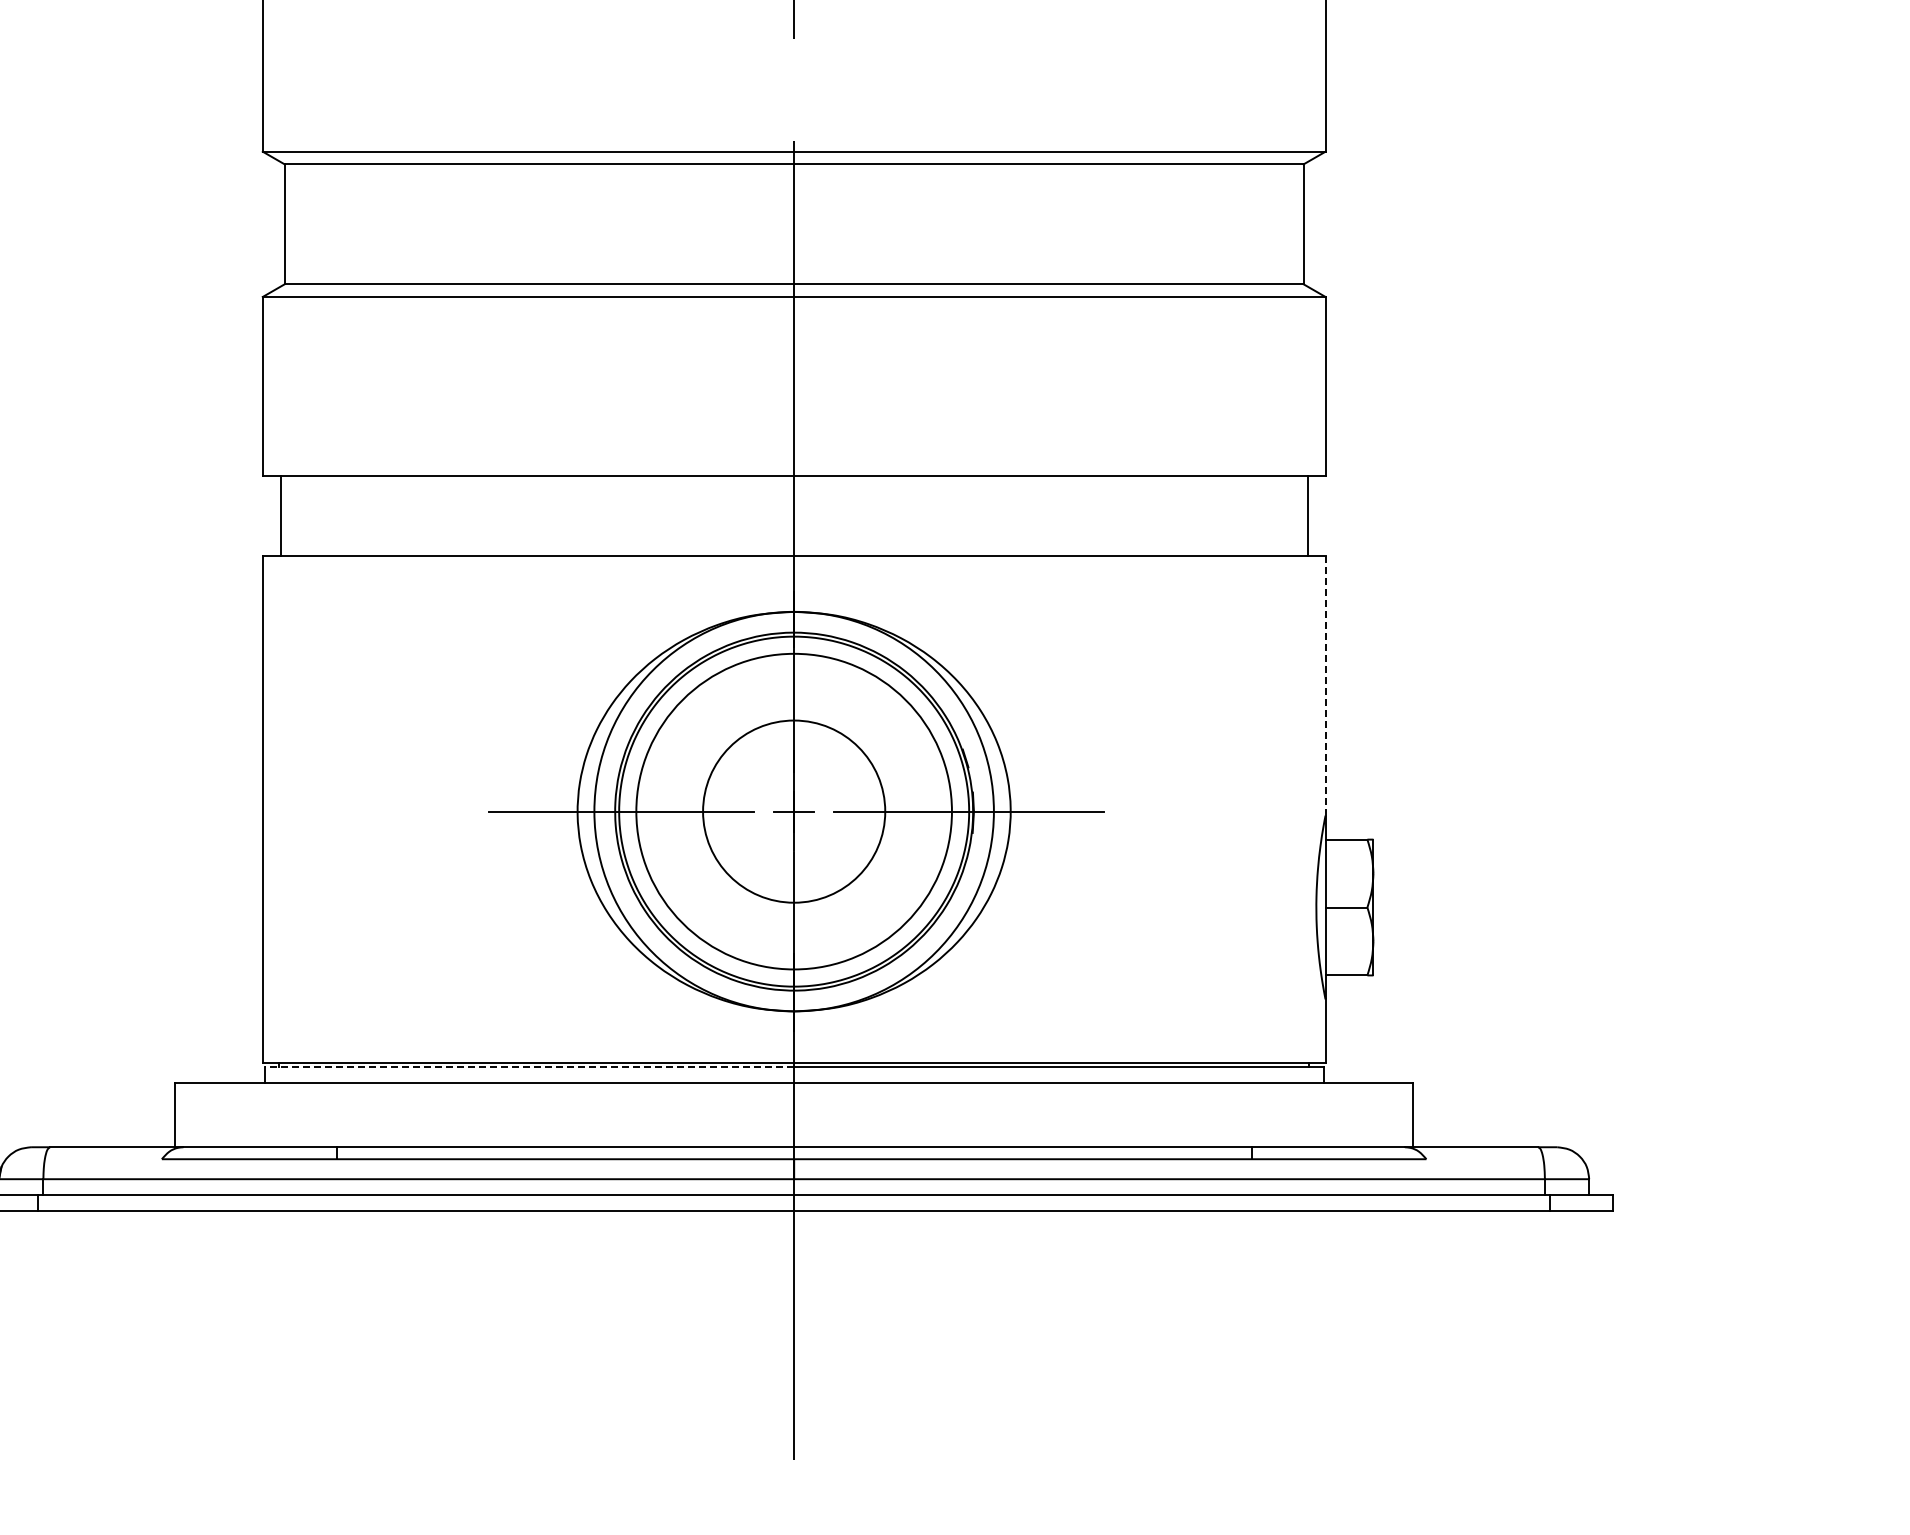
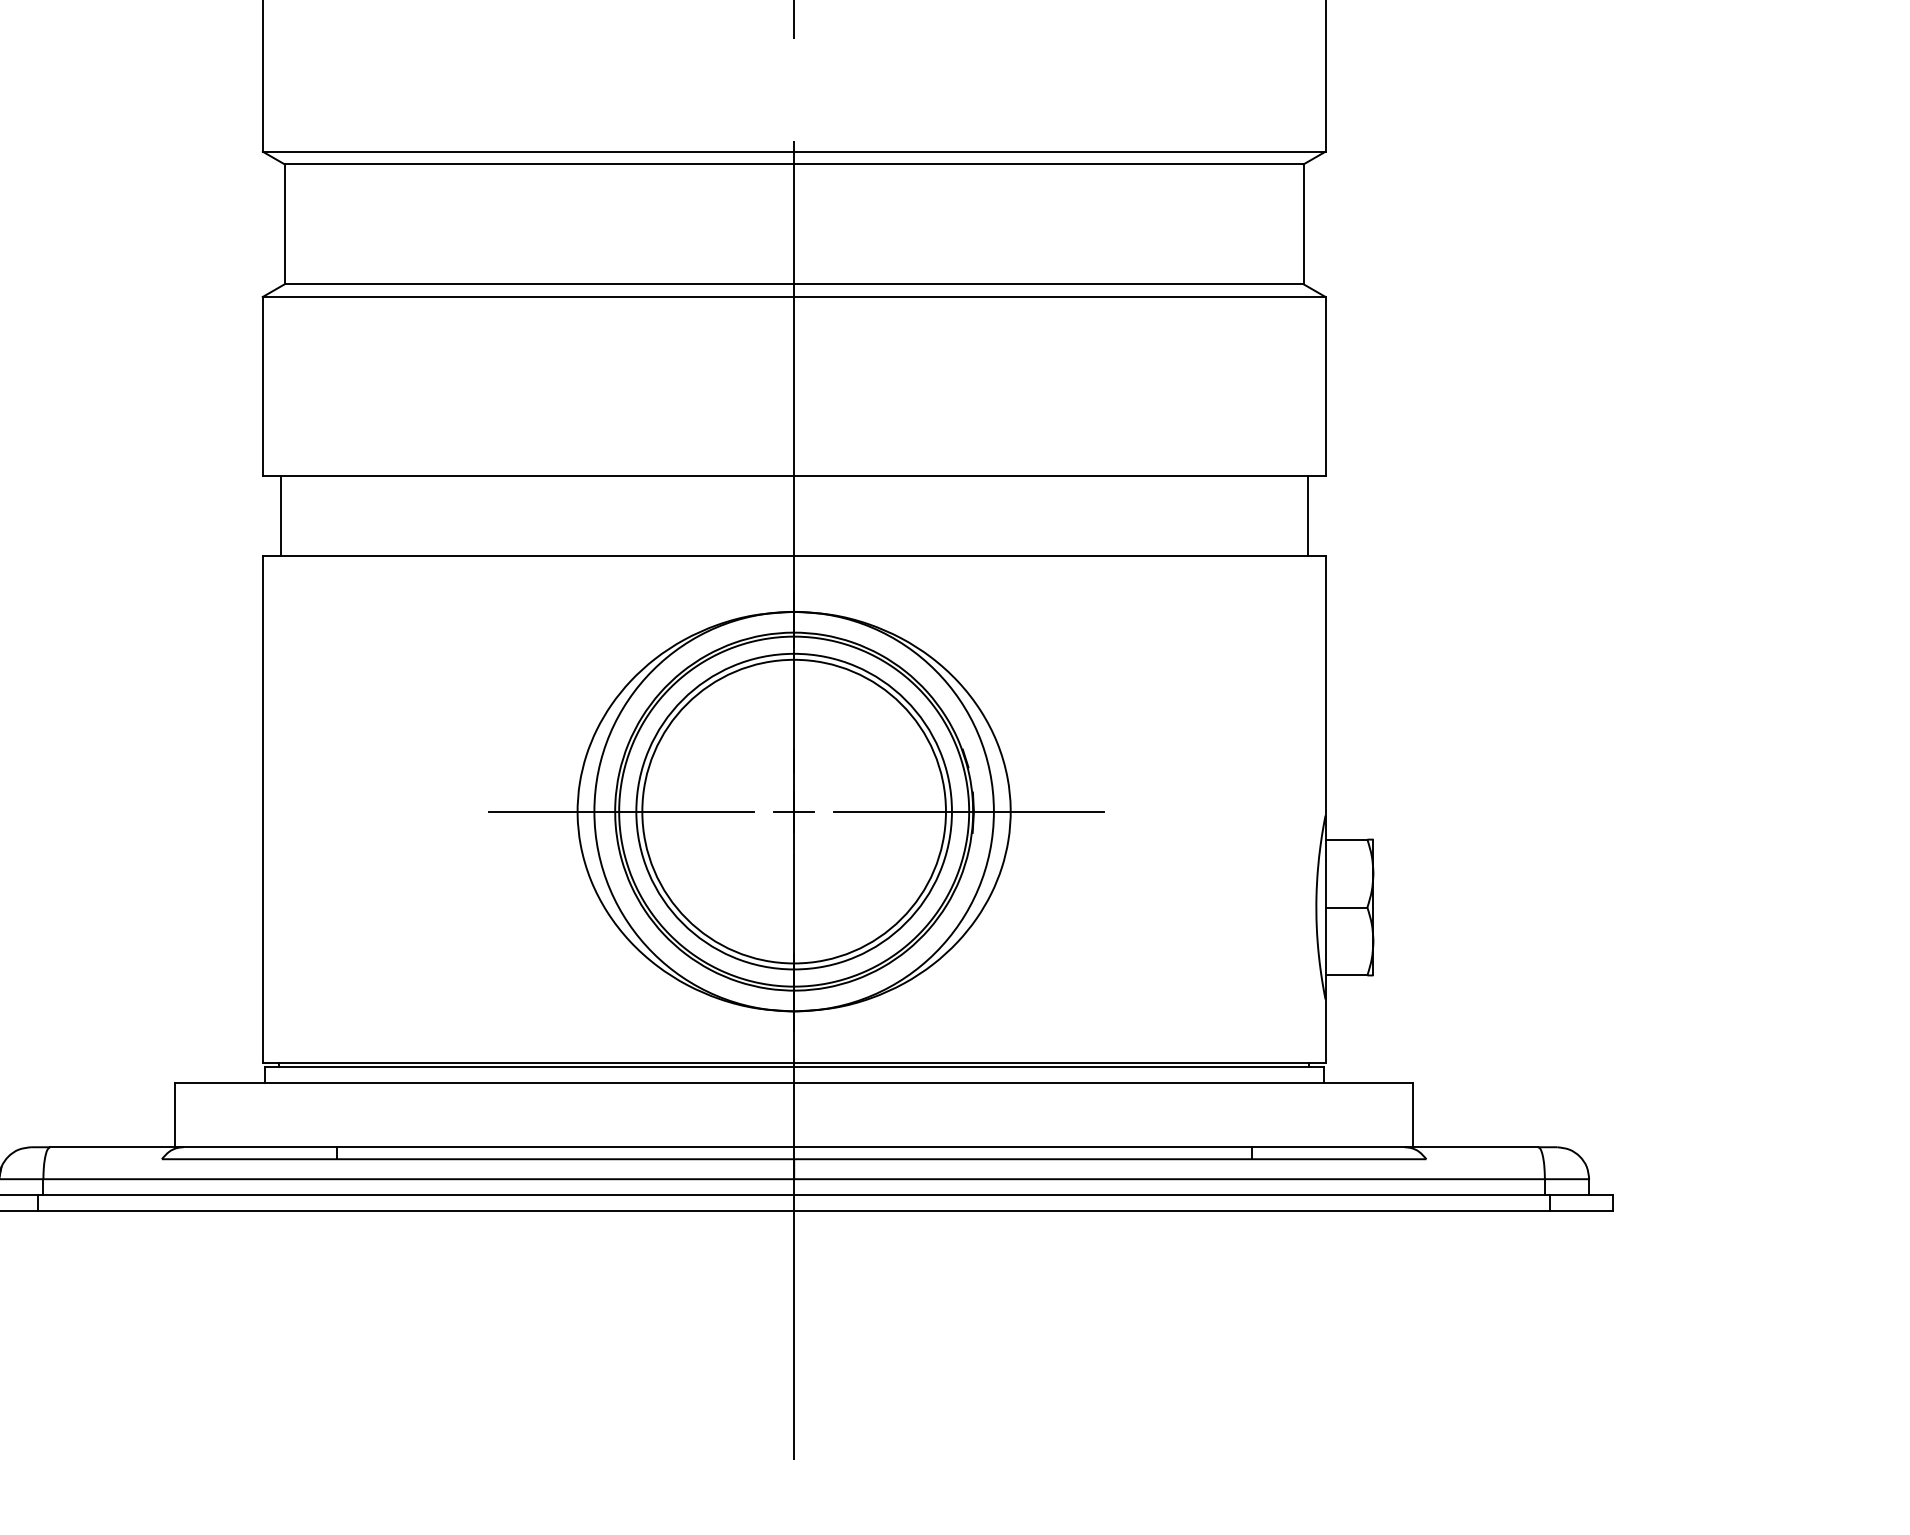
line at (1325, 685): dashed -> solid
circle at (794, 811) diameter: 182 px -> 304 px
line at (529, 1067): dashed -> solid
